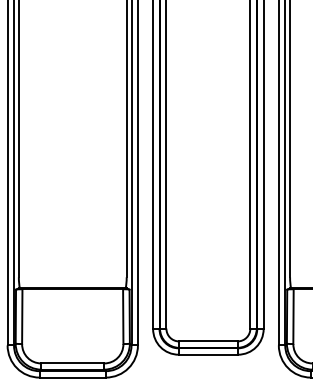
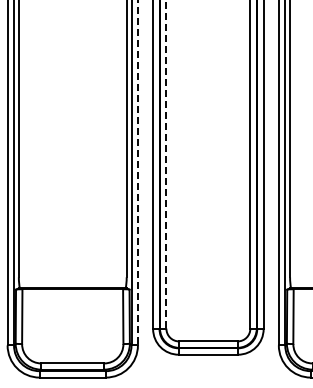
line at (166, 164): solid -> dashed
line at (137, 173): solid -> dashed
